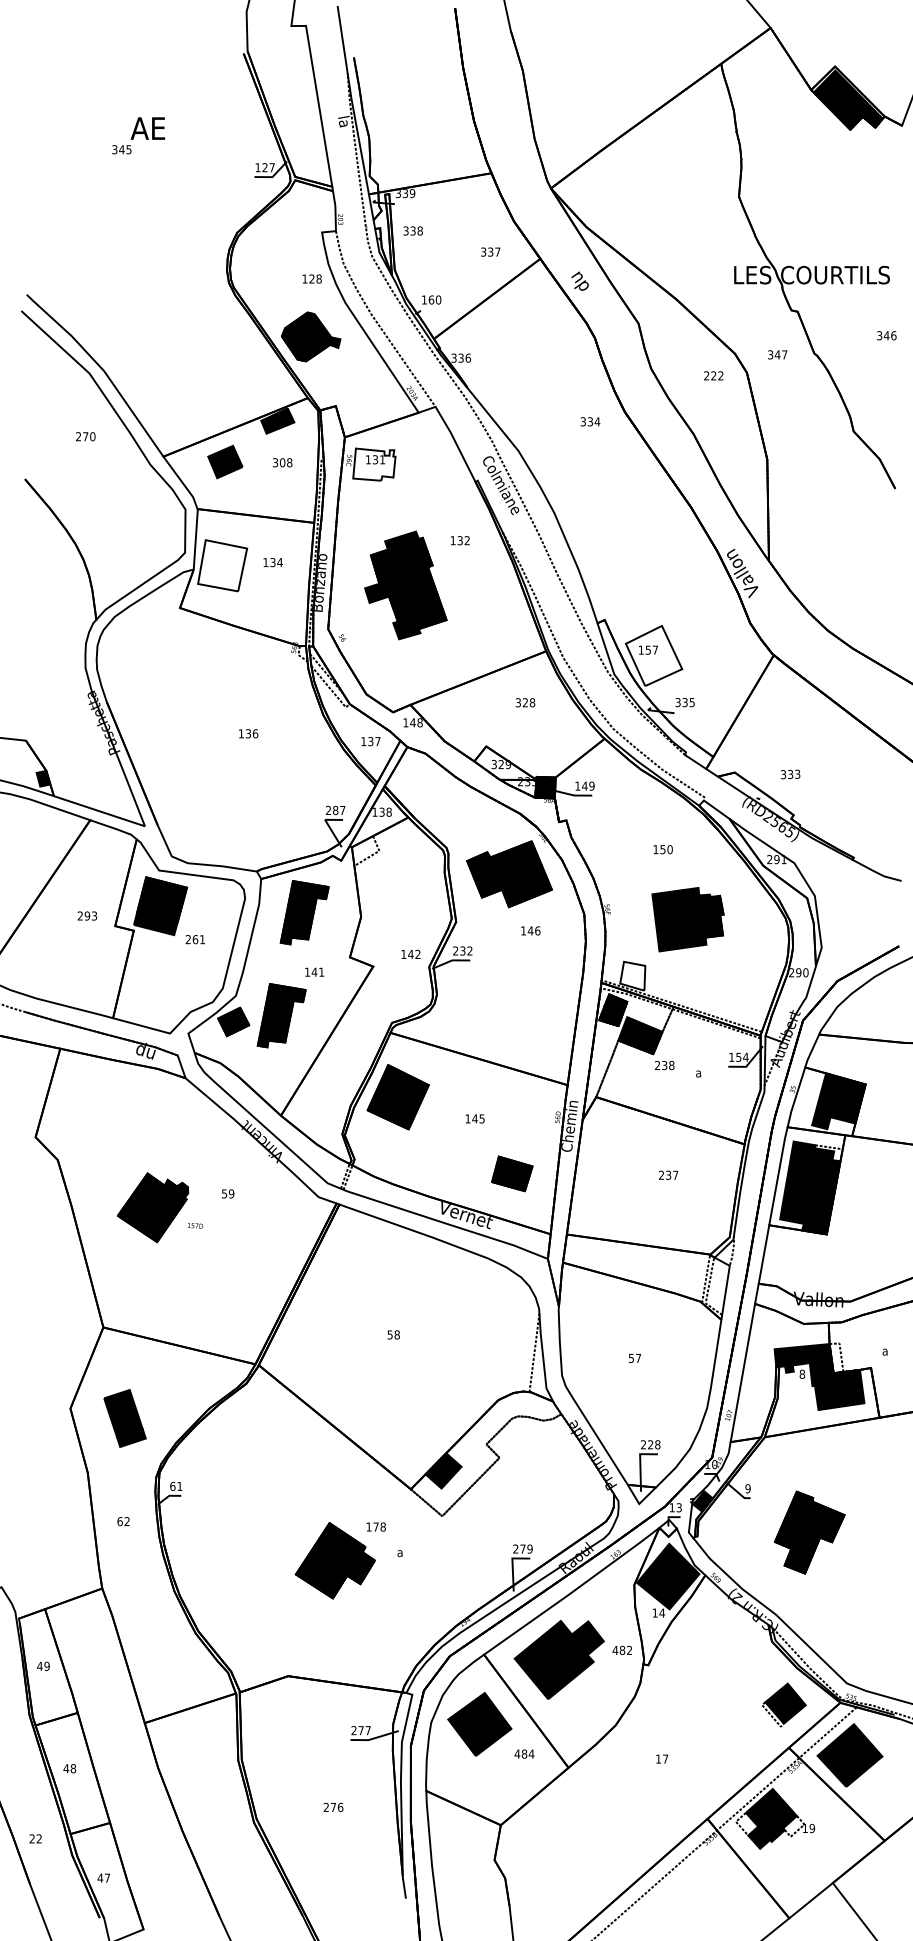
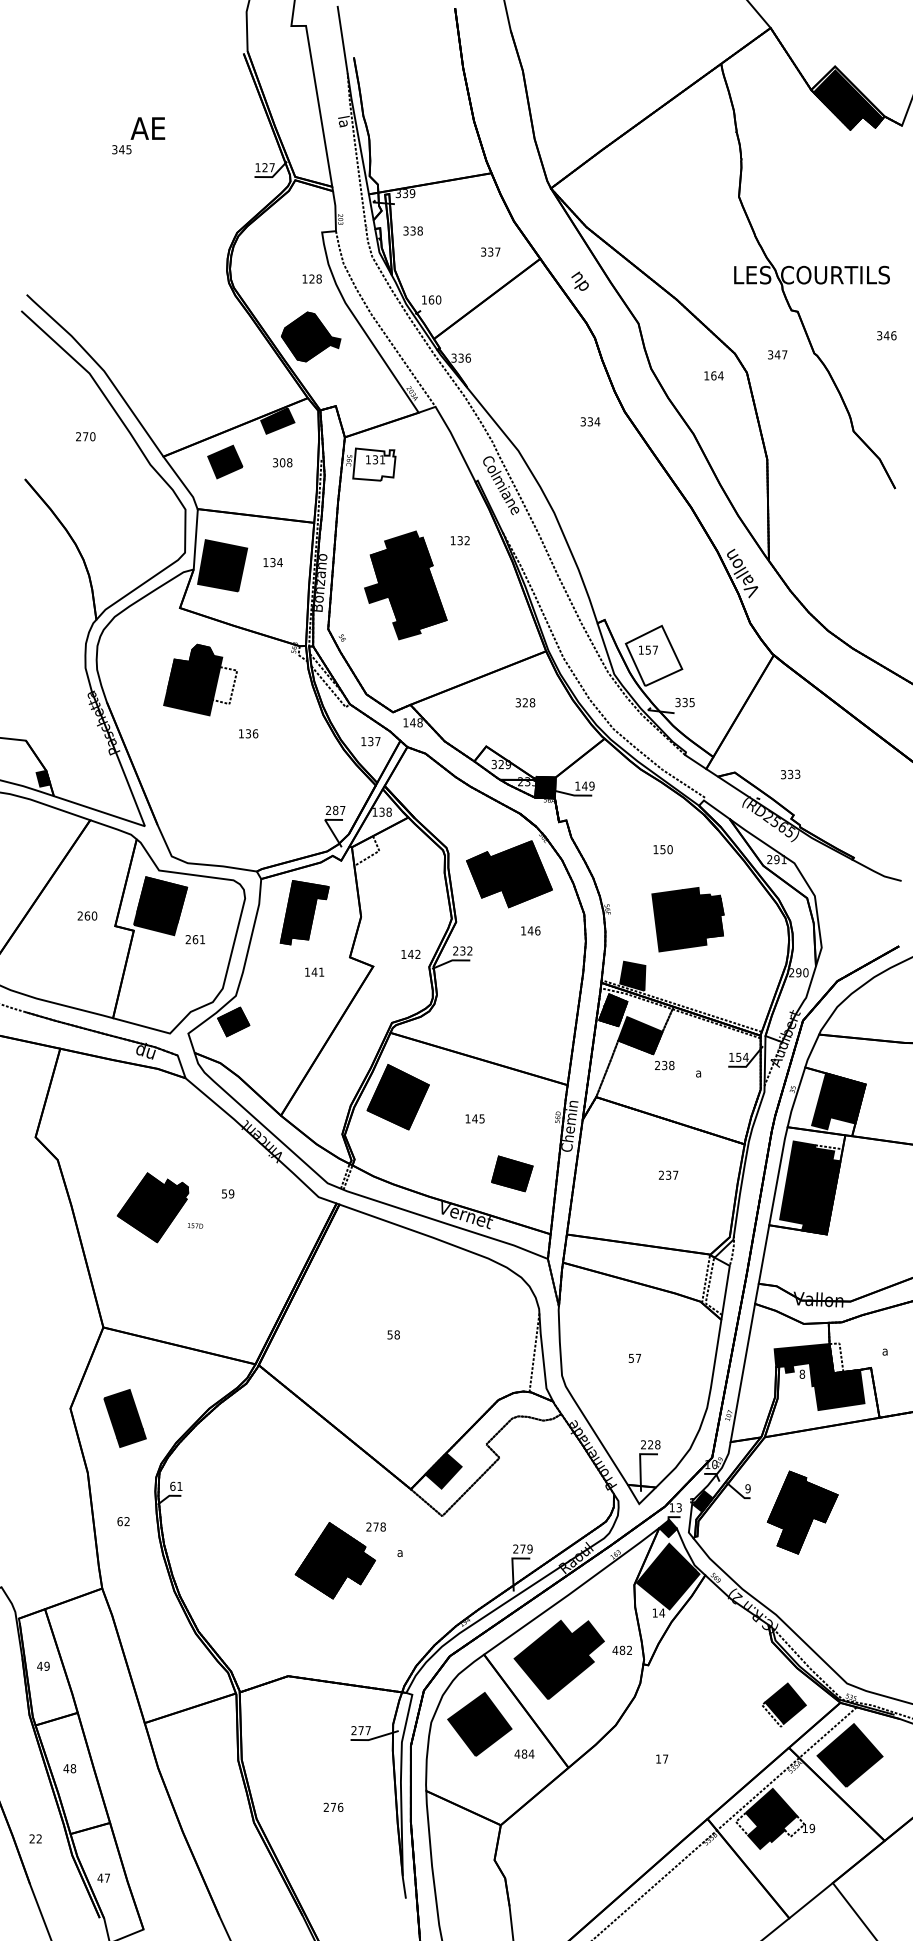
text at (713, 375): 222 -> 164
fill at (222, 565): none -> present
part at (200, 679): none -> present
text at (90, 915): 293 -> 260
fill at (632, 975): none -> present
part at (281, 1015): present -> none
text at (368, 1526): 178 -> 278
fill at (667, 1527): none -> present
part at (809, 1532) position: (809, 1532) -> (802, 1512)
